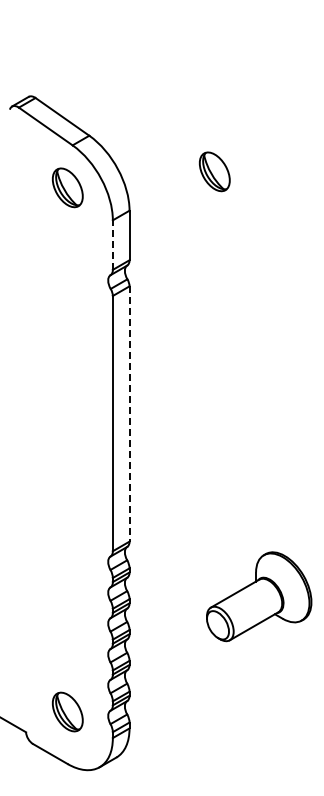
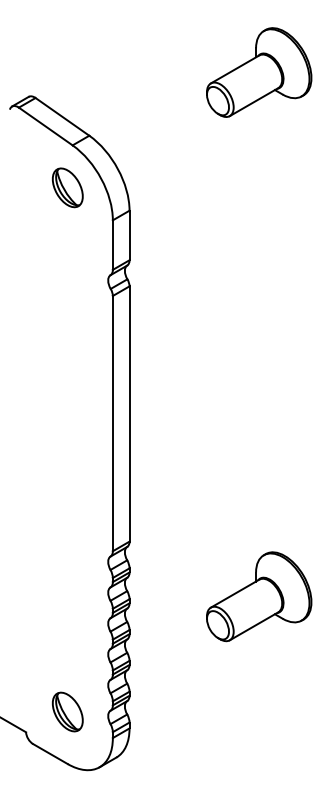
part at (259, 72): none -> present
part at (214, 171): present -> none
line at (112, 245): dashed -> solid
line at (129, 413): dashed -> solid
